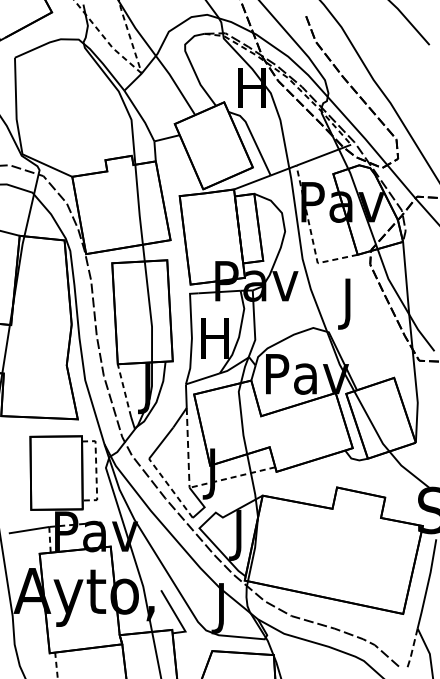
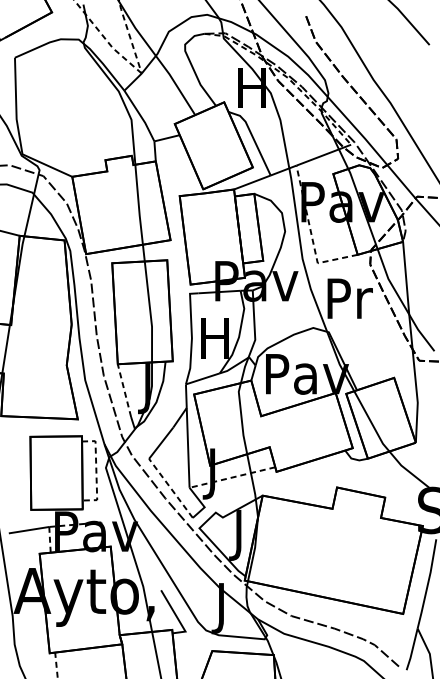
text at (349, 303): J -> Pr
line at (188, 447): dashed -> solid
line at (412, 650): dashed -> solid
